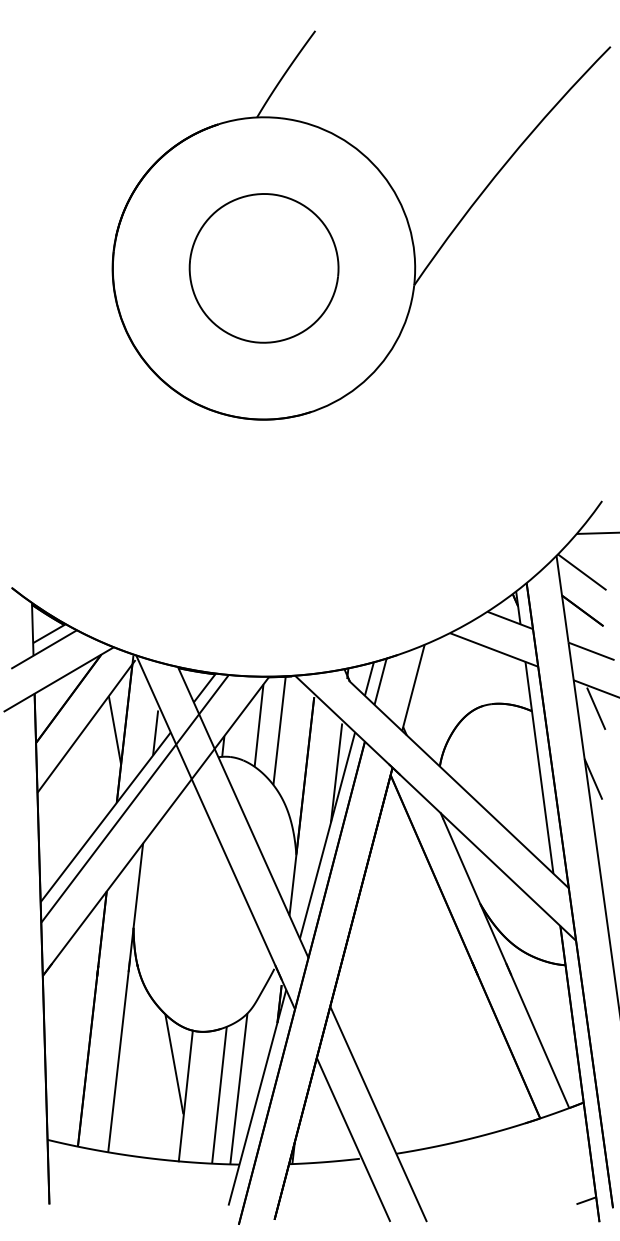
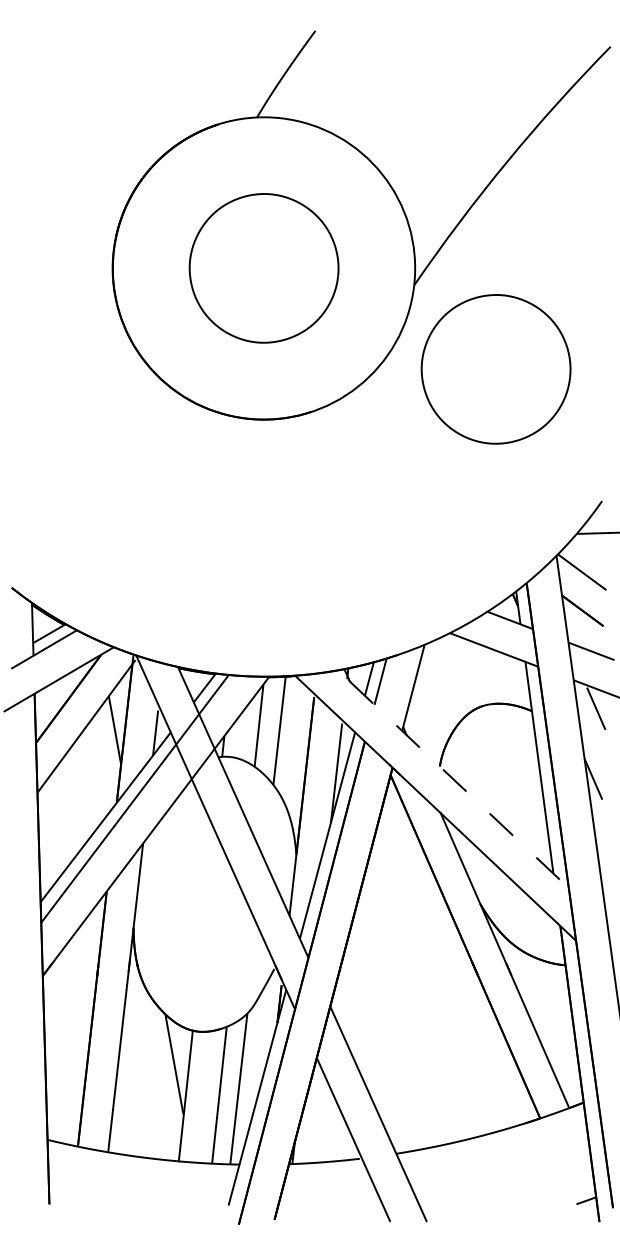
part at (495, 369): none -> present
line at (459, 784): solid -> dashed
